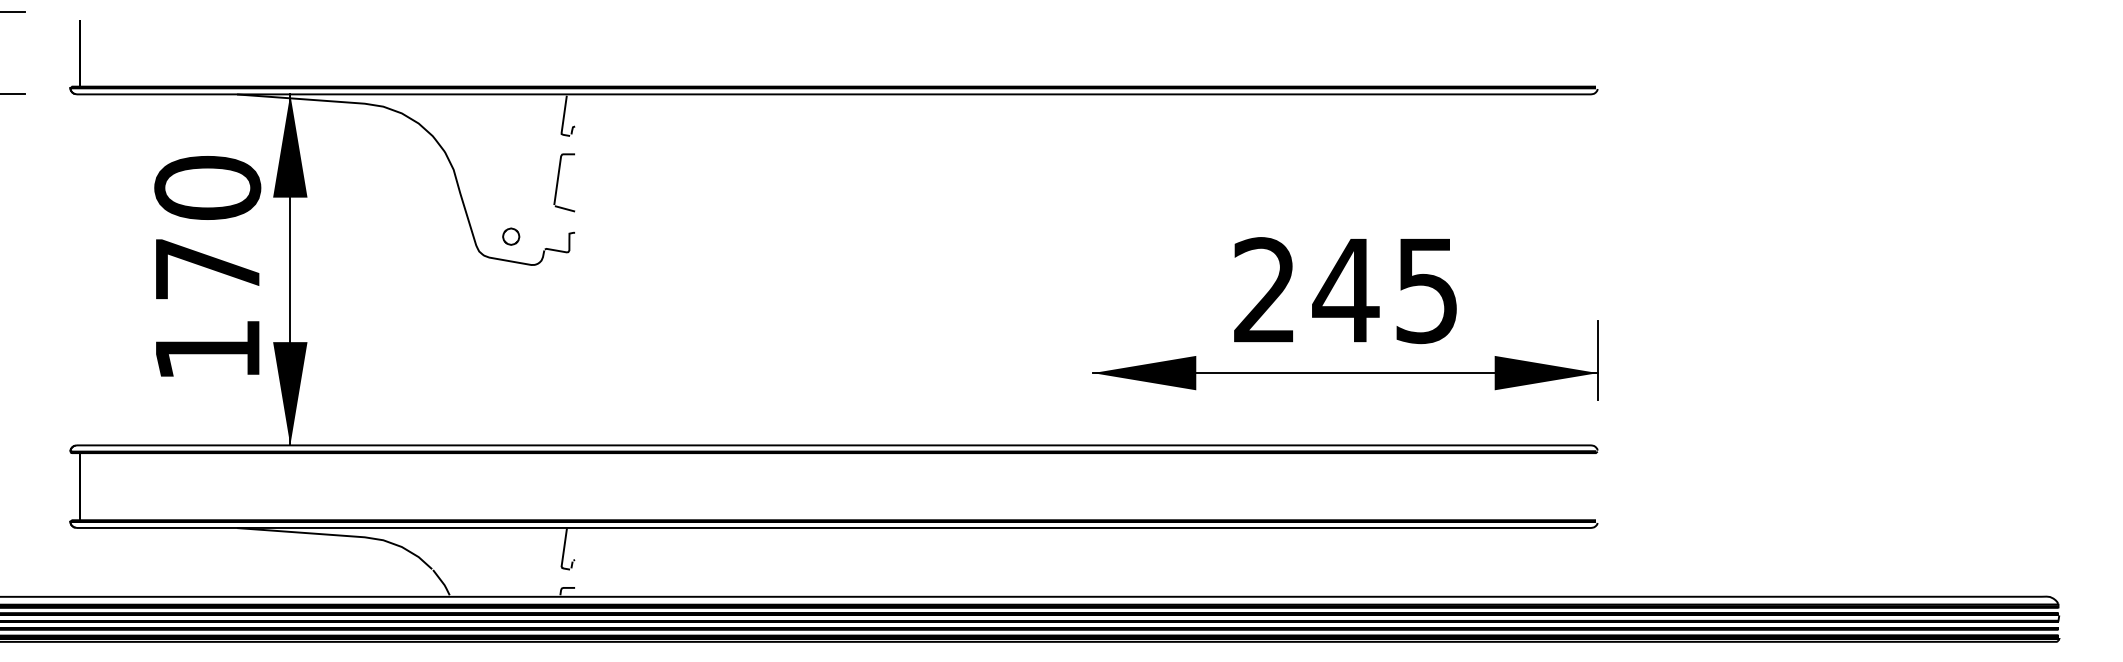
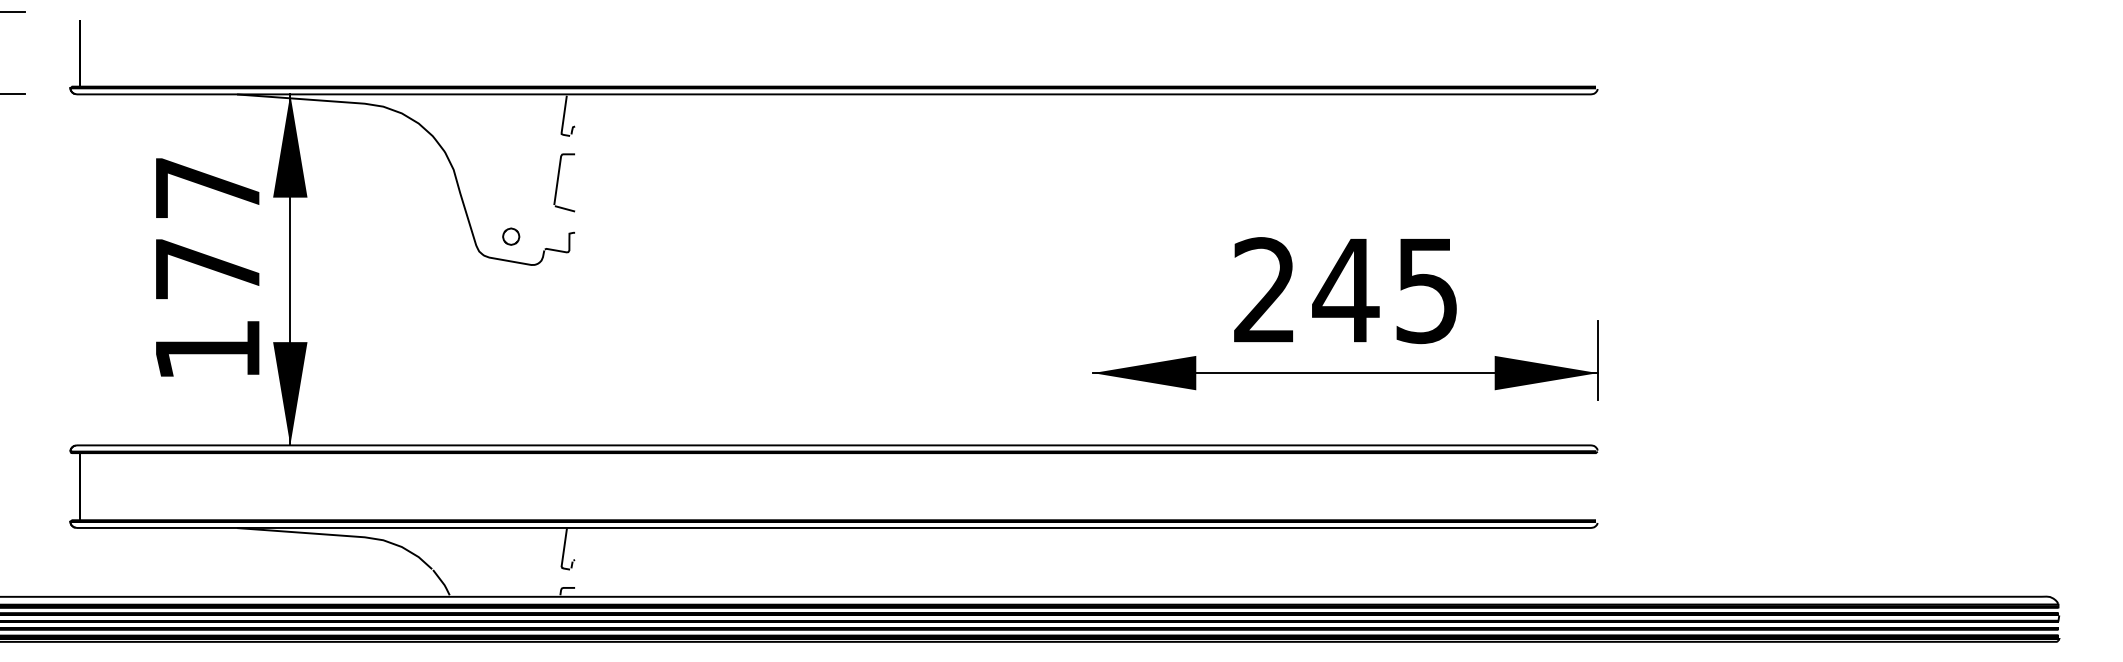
text at (207, 187): 170 -> 177
